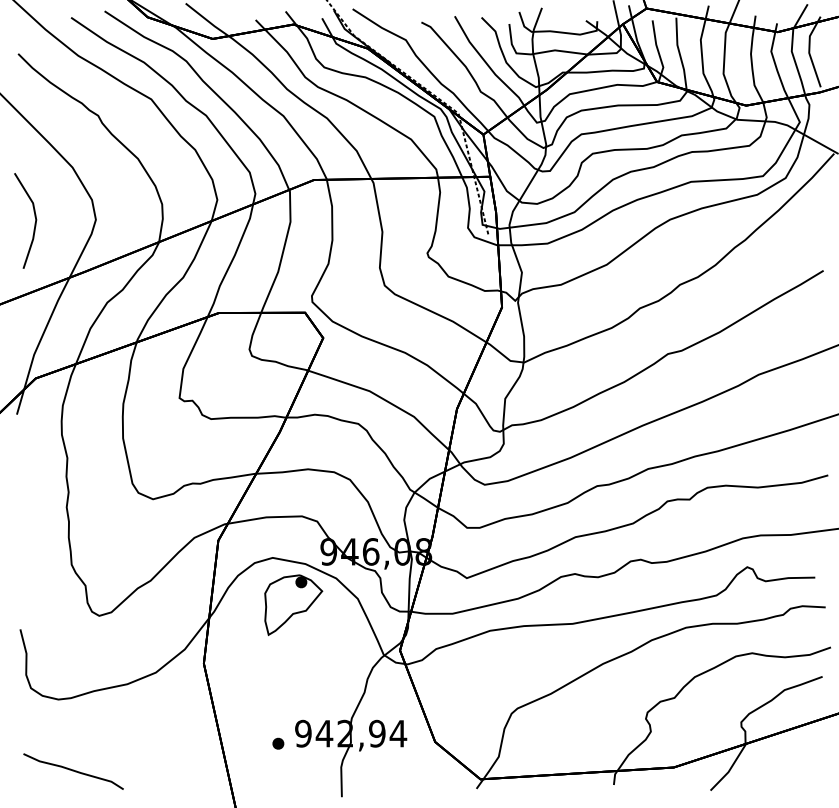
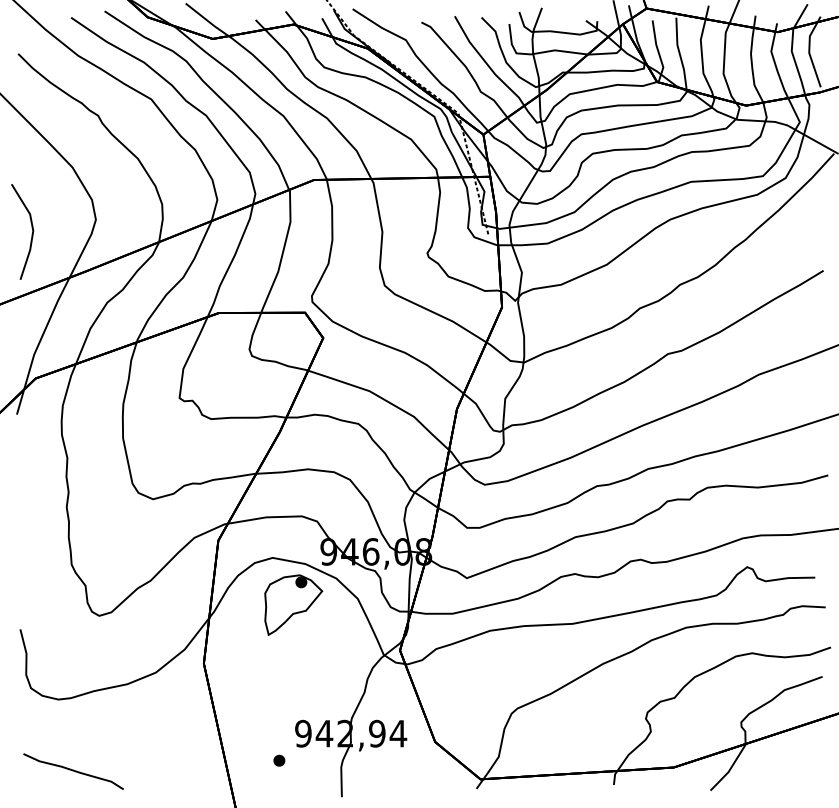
line at (34, 217) position: (34, 217) -> (31, 228)
part at (278, 743) position: (278, 743) -> (279, 760)
